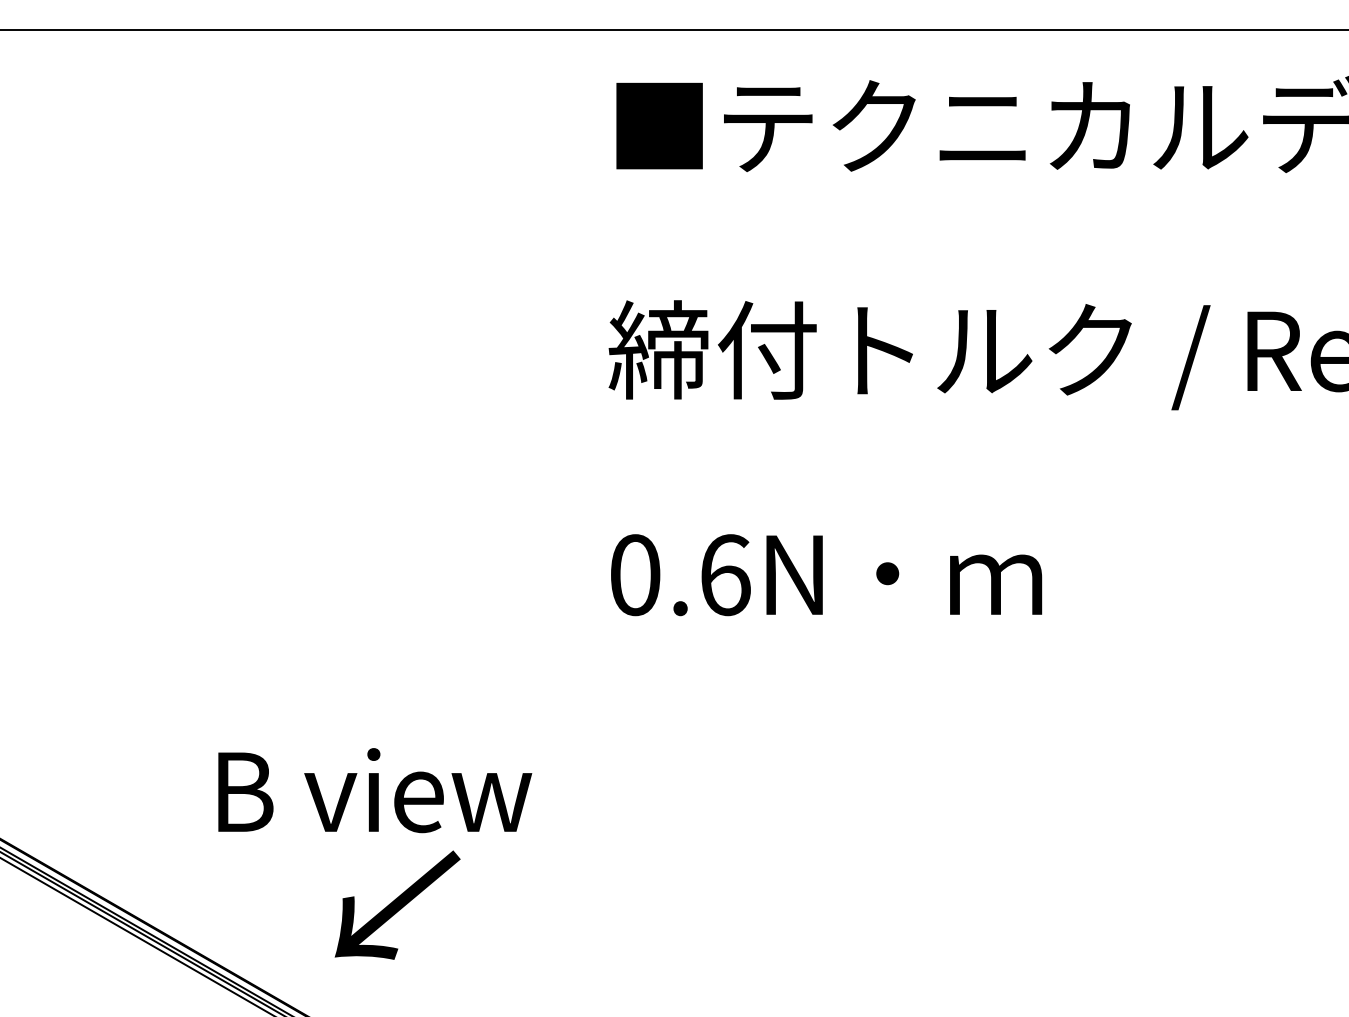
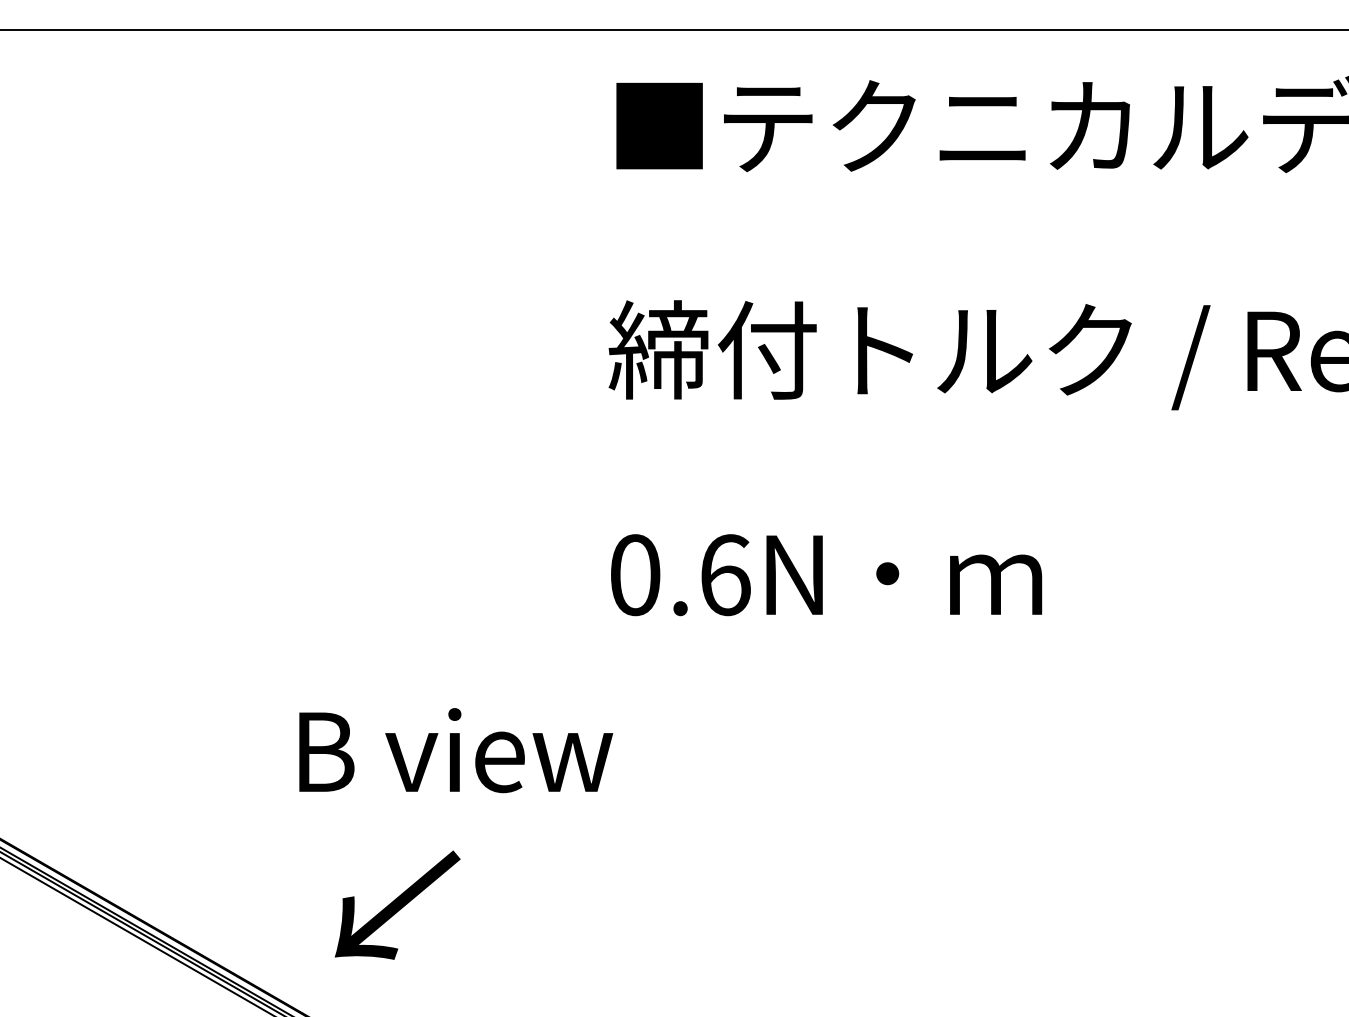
text at (375, 790) position: (375, 790) -> (456, 750)
